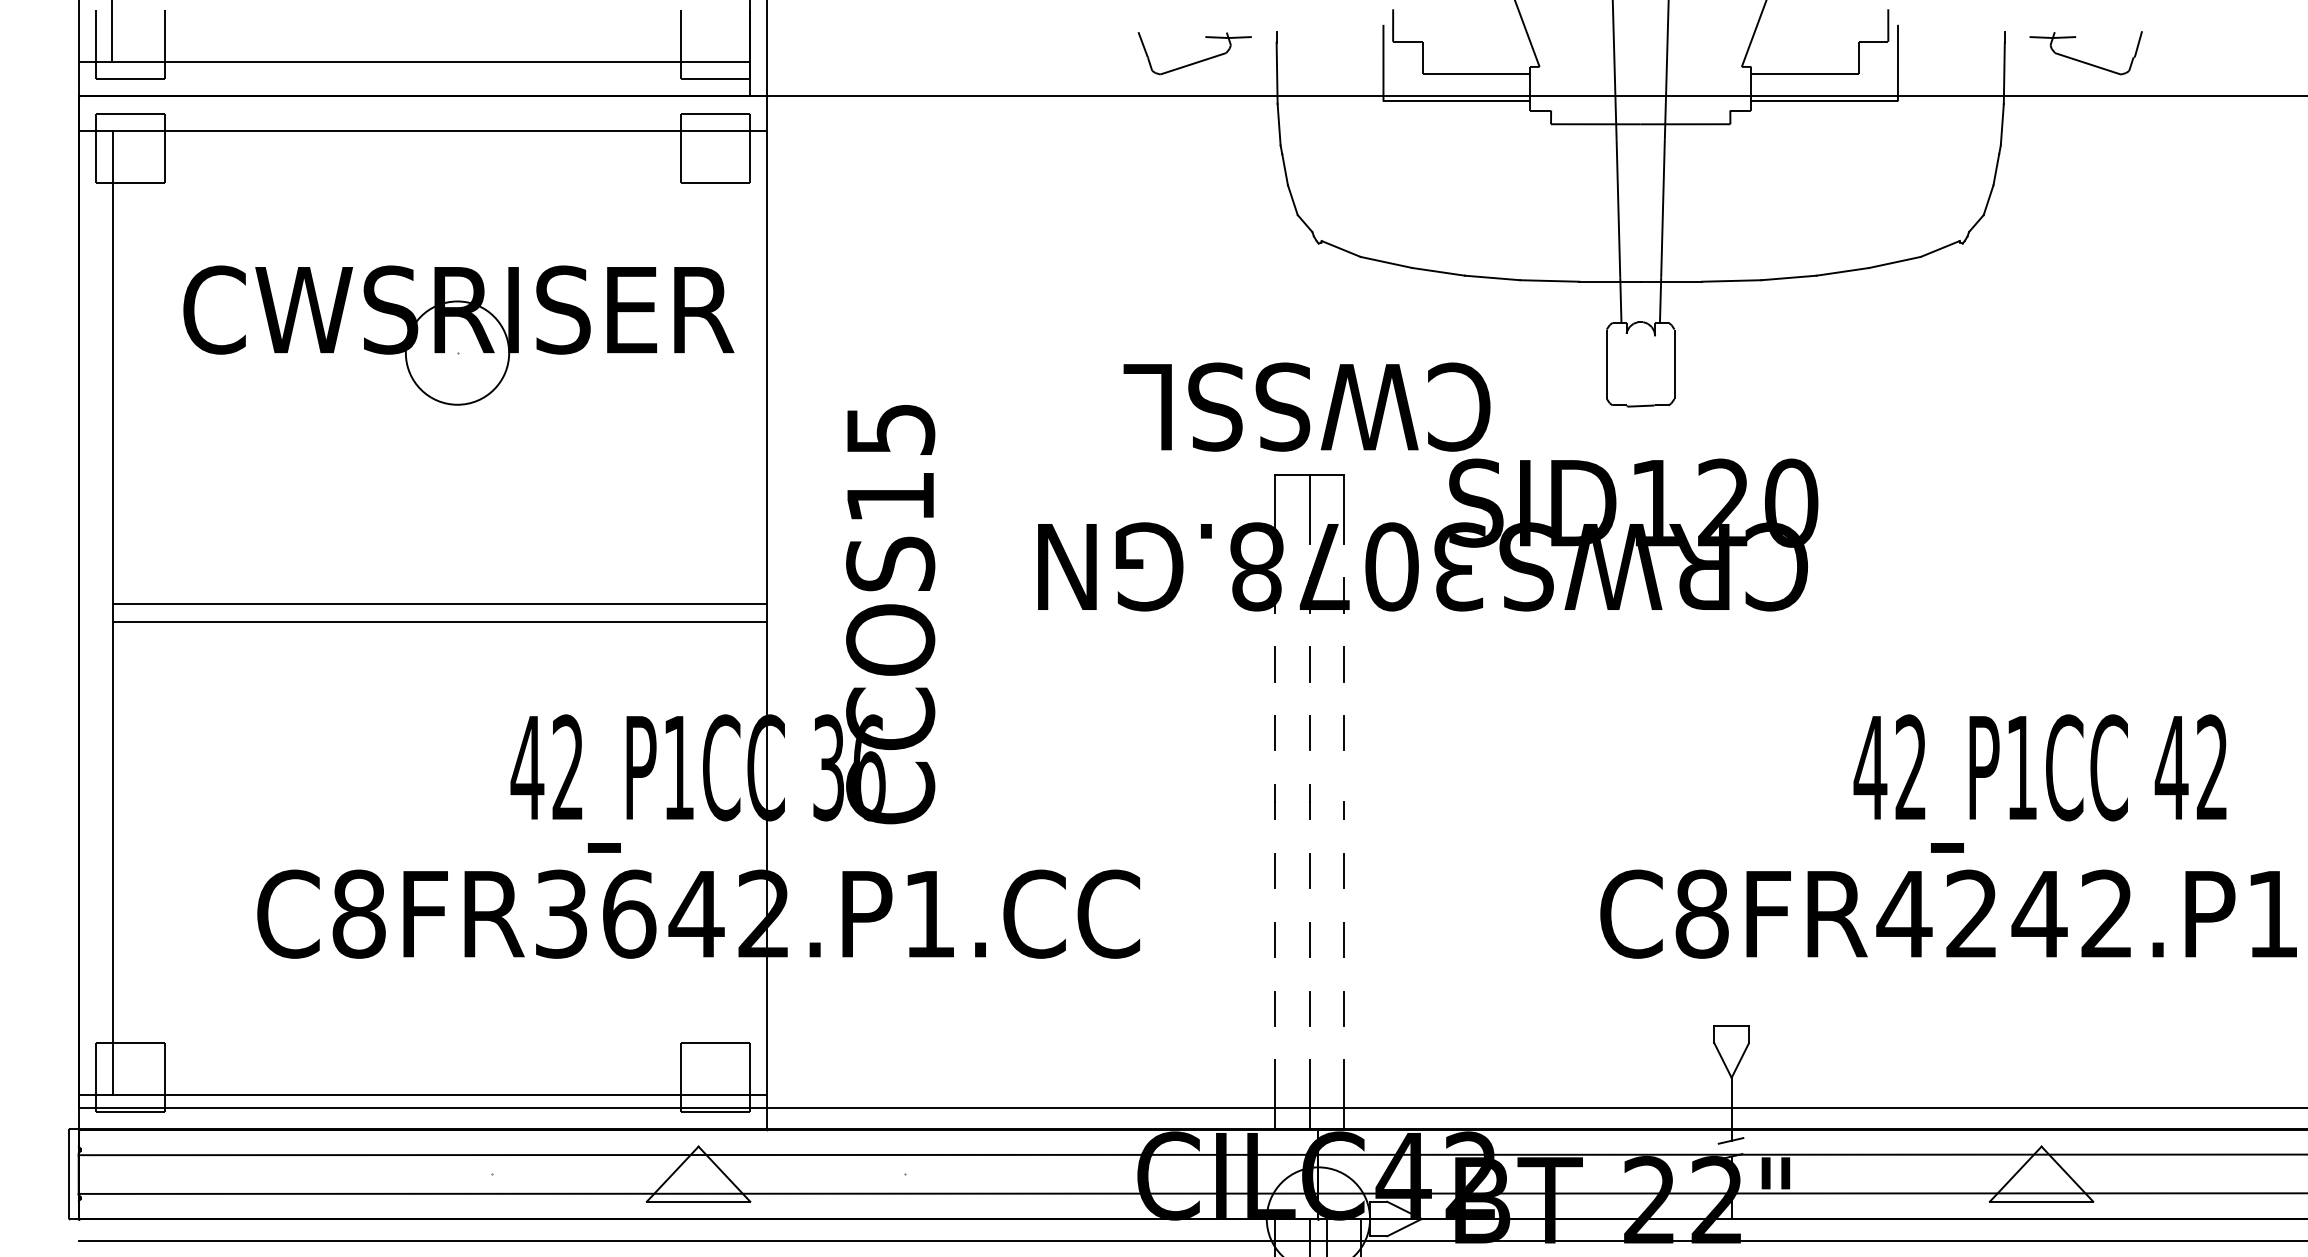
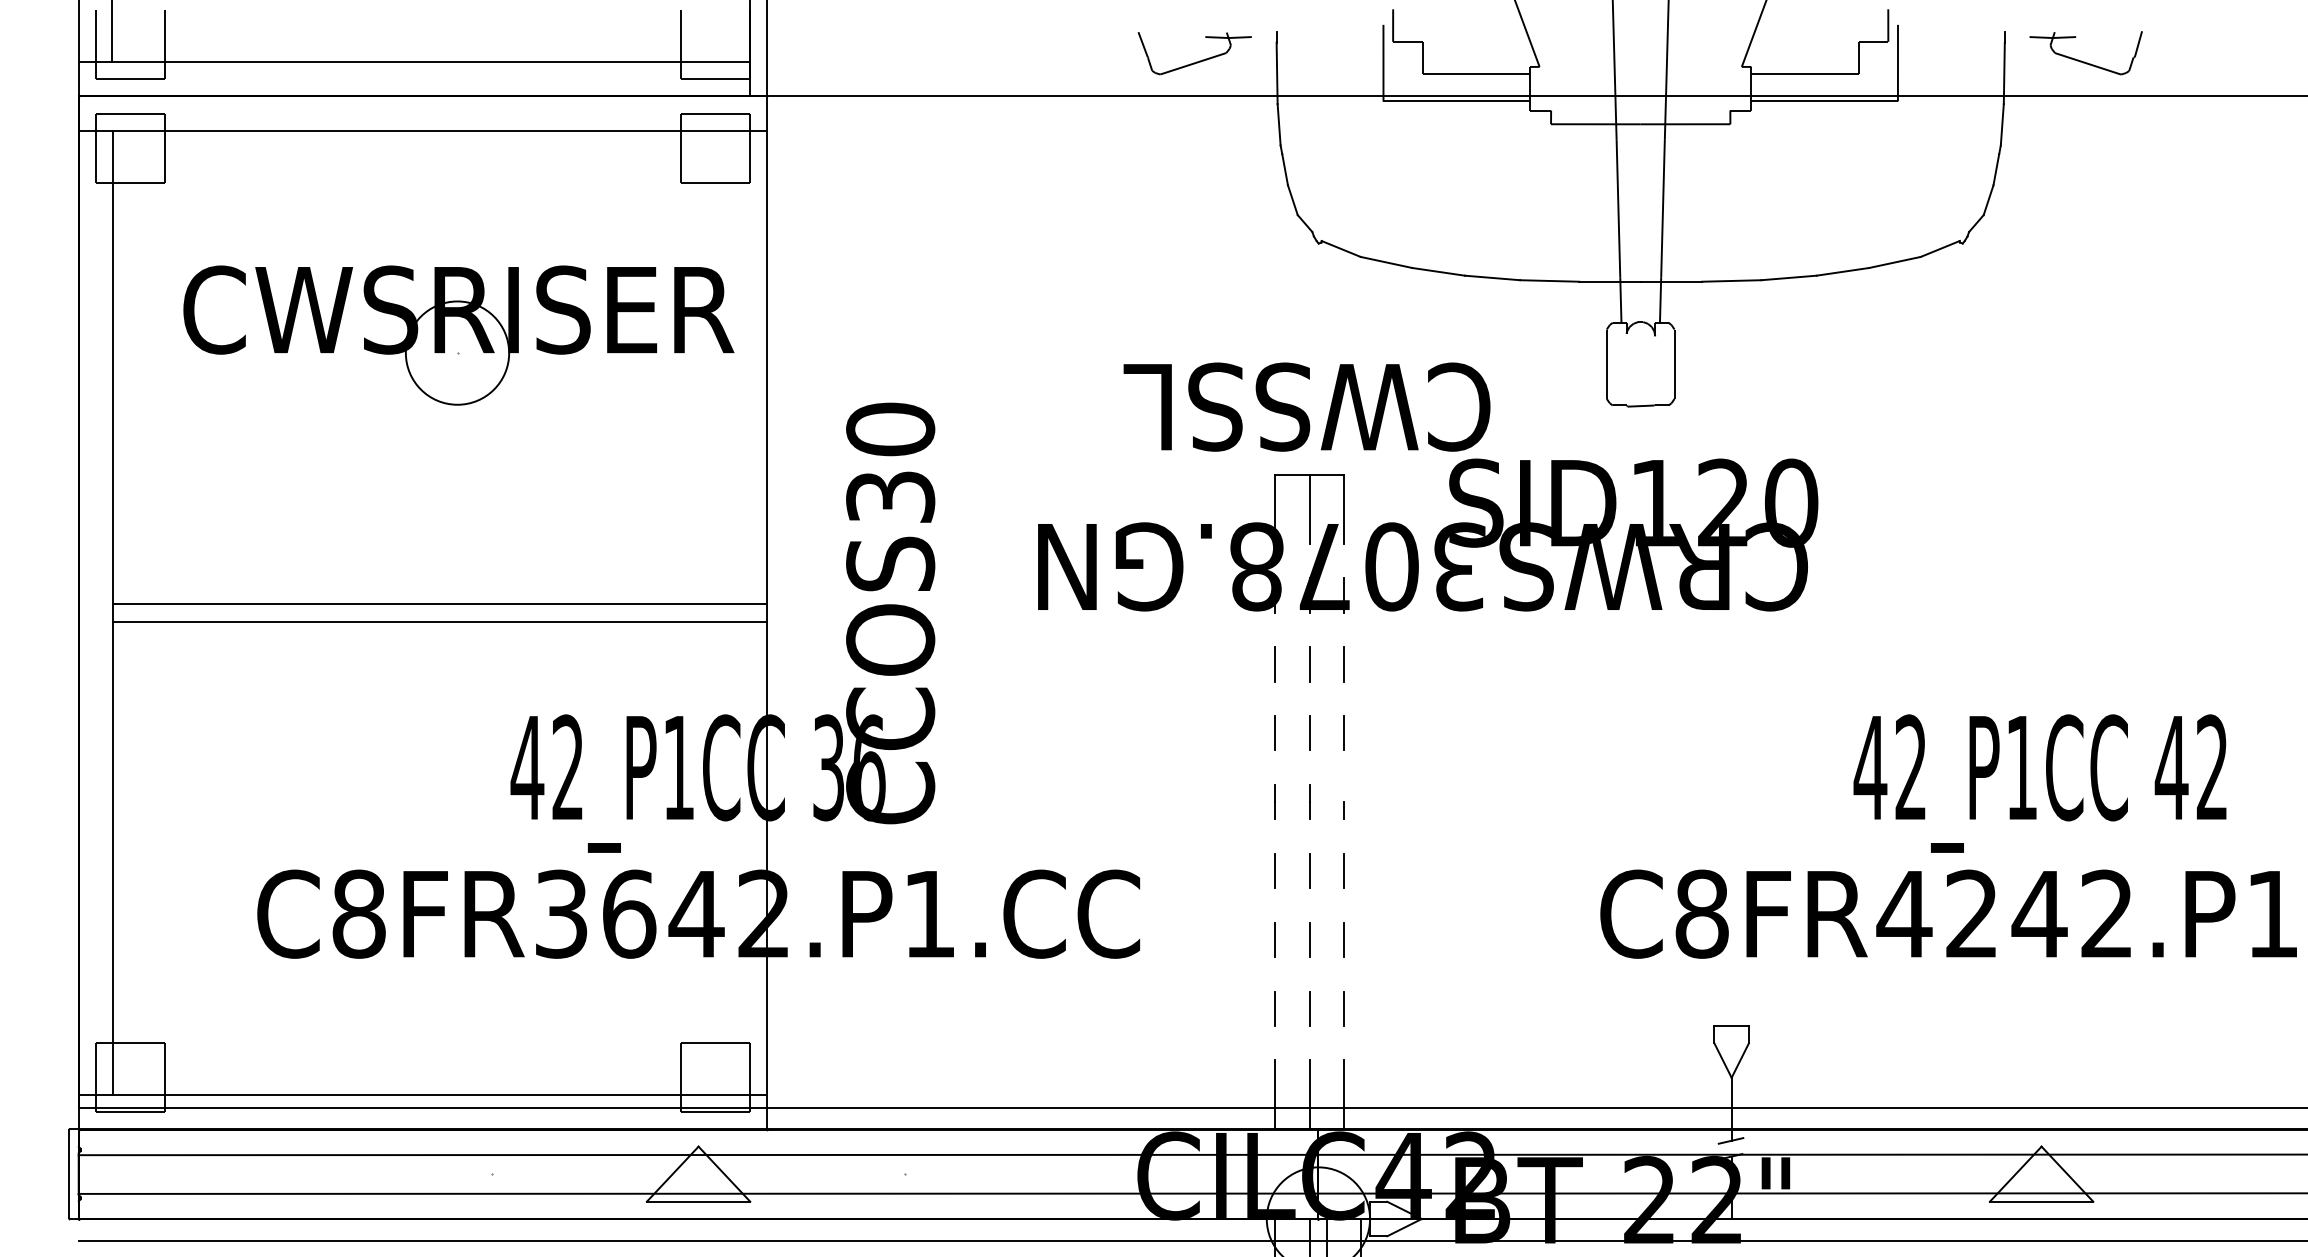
text at (890, 462): CCOS15 -> CCOS30
